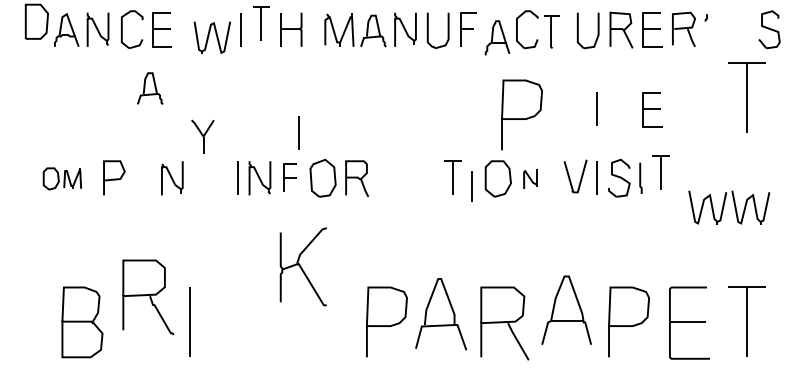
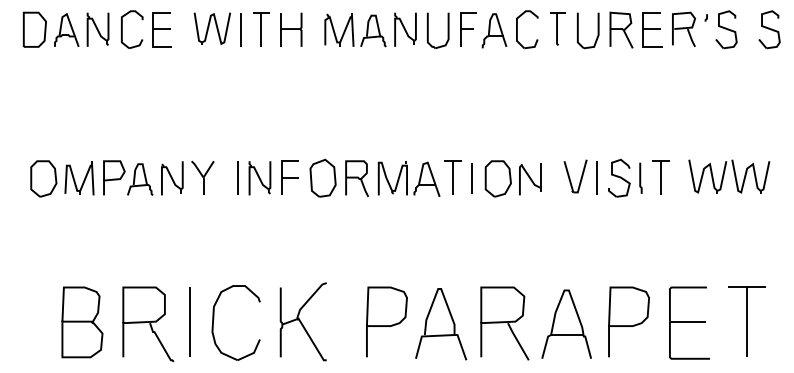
part at (36, 21) position: (36, 21) -> (34, 29)
part at (261, 23) position: (261, 23) -> (261, 29)
part at (726, 29): none -> present
part at (551, 31) position: (551, 31) -> (557, 28)
part at (211, 37) position: (211, 37) -> (211, 28)
part at (497, 37) position: (497, 37) -> (494, 30)
part at (150, 88) position: (150, 88) -> (140, 179)
part at (746, 97): present -> none
line at (596, 108): present -> none
part at (652, 109): present -> none
curve at (521, 118): present -> none
line at (298, 132): present -> none
part at (202, 136) position: (202, 136) -> (202, 177)
part at (660, 172) position: (660, 172) -> (660, 177)
part at (289, 177) size: 14x29 px -> 18x35 px
part at (61, 178) size: 40x24 px -> 65x38 px
part at (408, 178): none -> present
part at (530, 178) size: 15x20 px -> 23x33 px
line at (471, 186) position: (471, 186) -> (471, 178)
part at (729, 207) position: (729, 207) -> (729, 176)
part at (302, 266) position: (302, 266) -> (302, 321)
part at (148, 297) position: (148, 297) -> (148, 324)
part at (566, 309) position: (566, 309) -> (566, 323)
part at (441, 314) position: (441, 314) -> (441, 324)
part at (214, 319): none -> present
